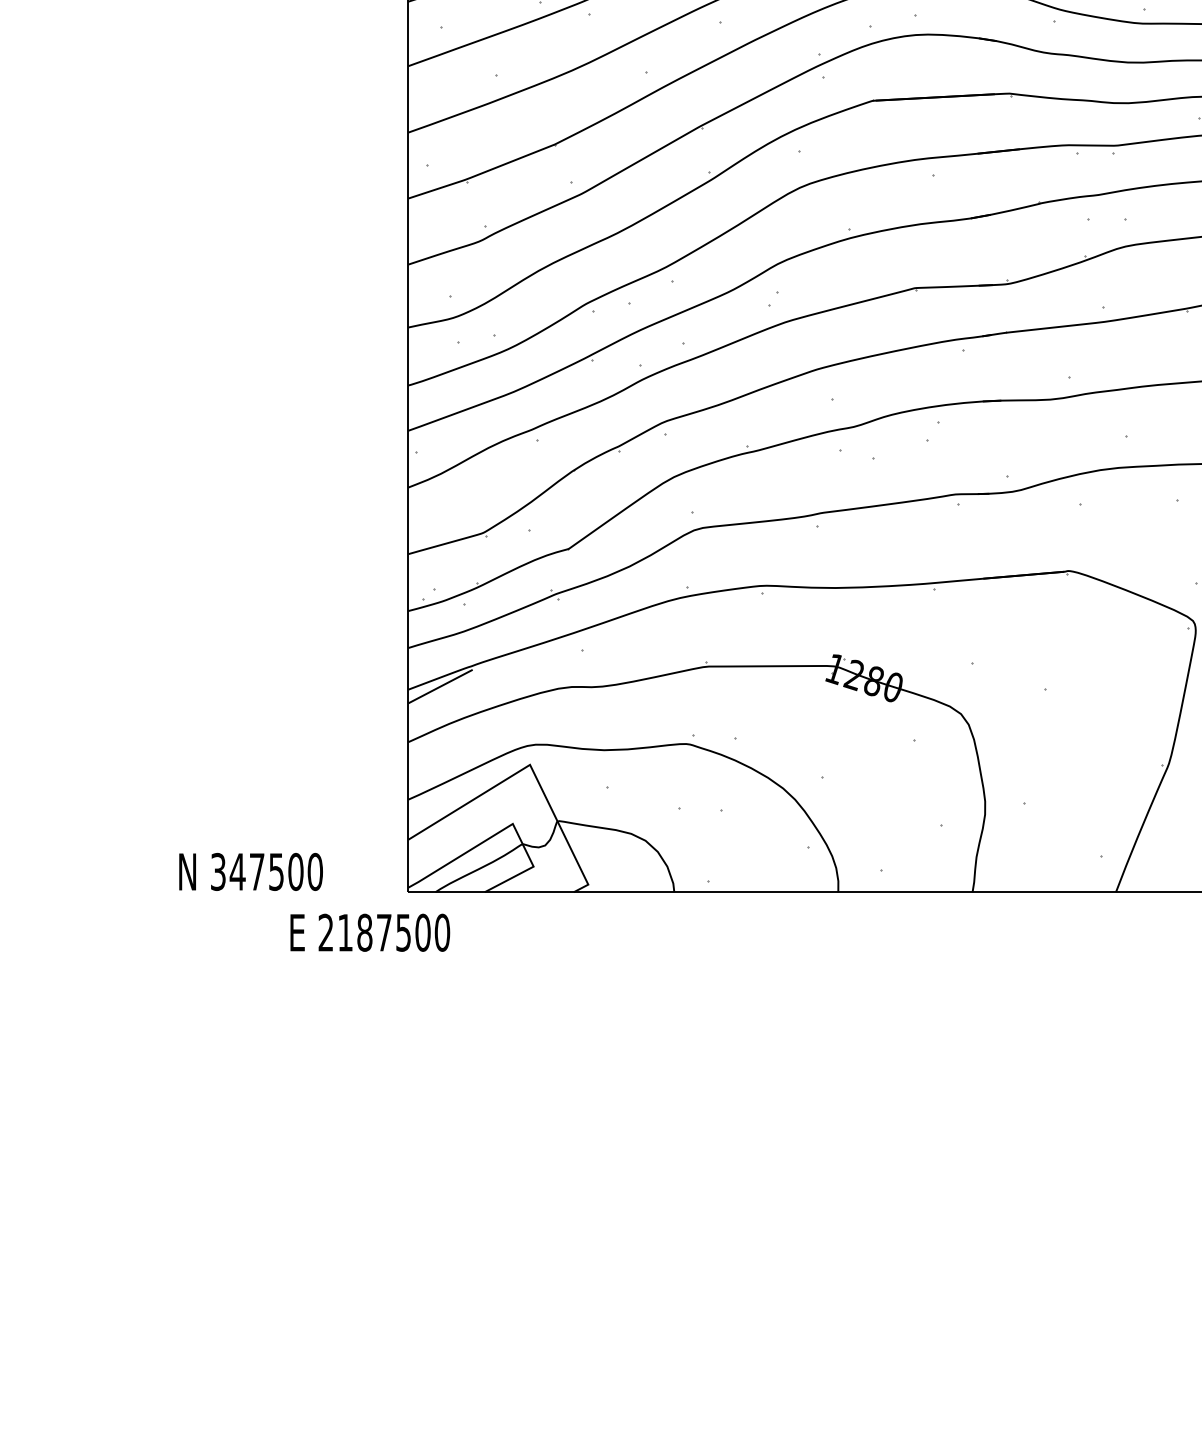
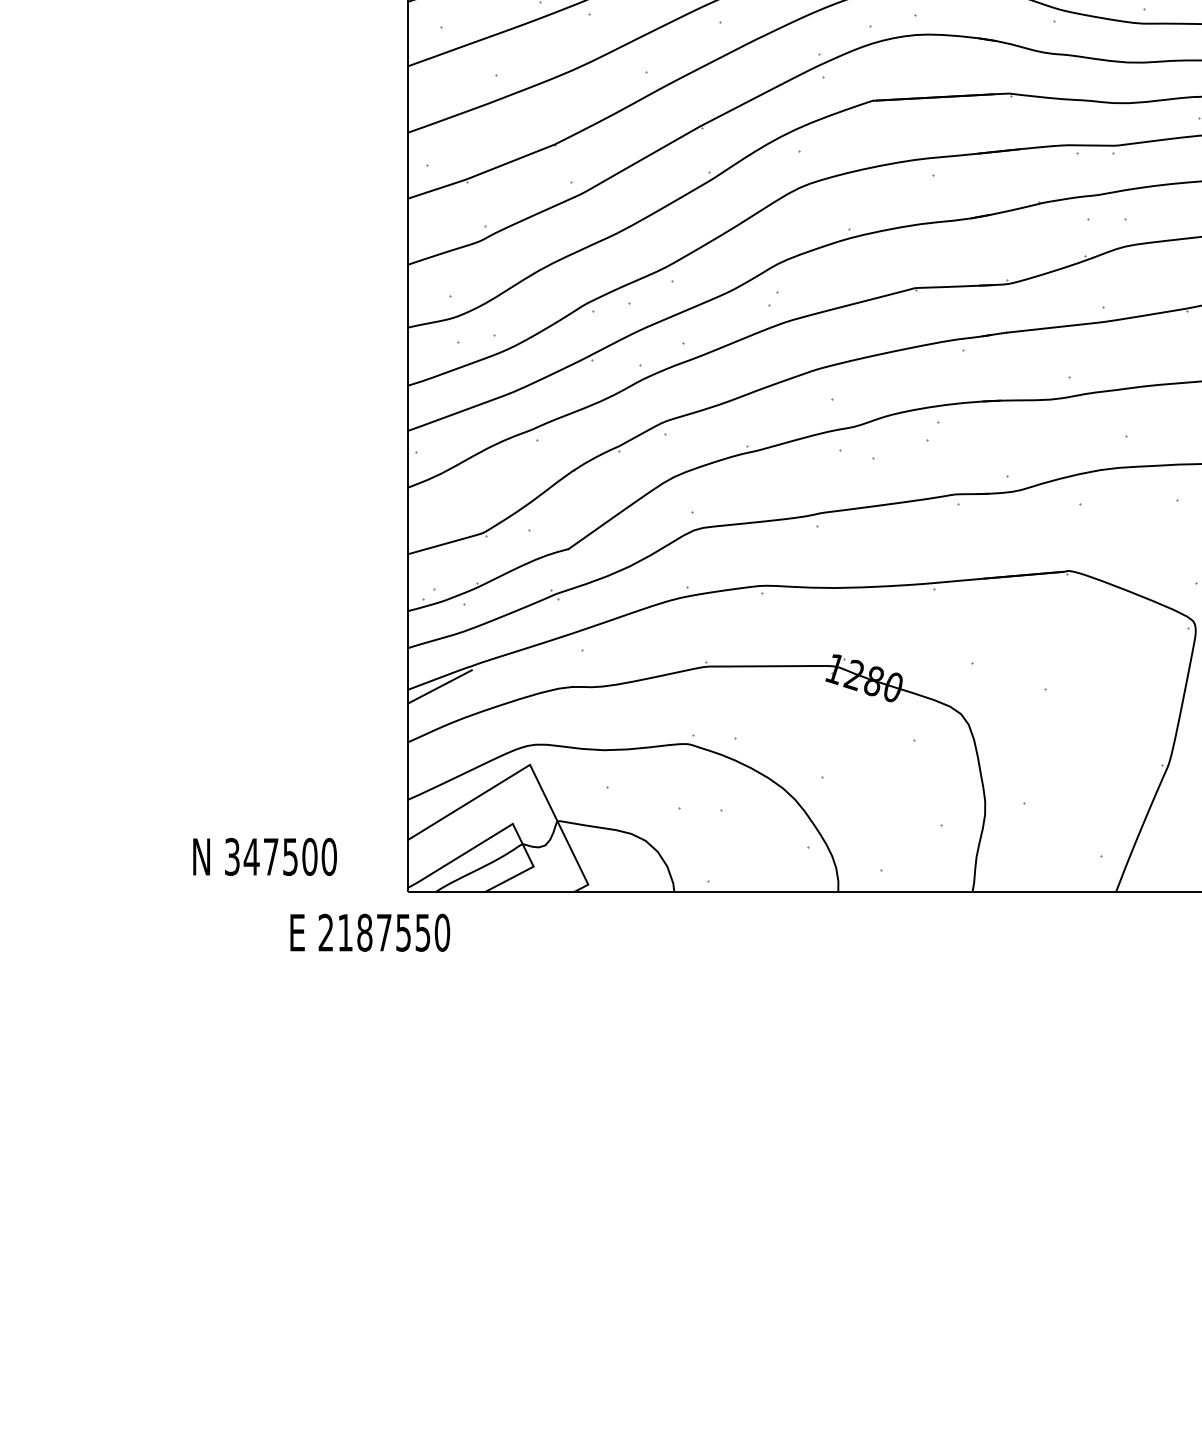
text at (250, 871) position: (250, 871) -> (264, 856)
text at (422, 932): 2187500 -> 2187550
